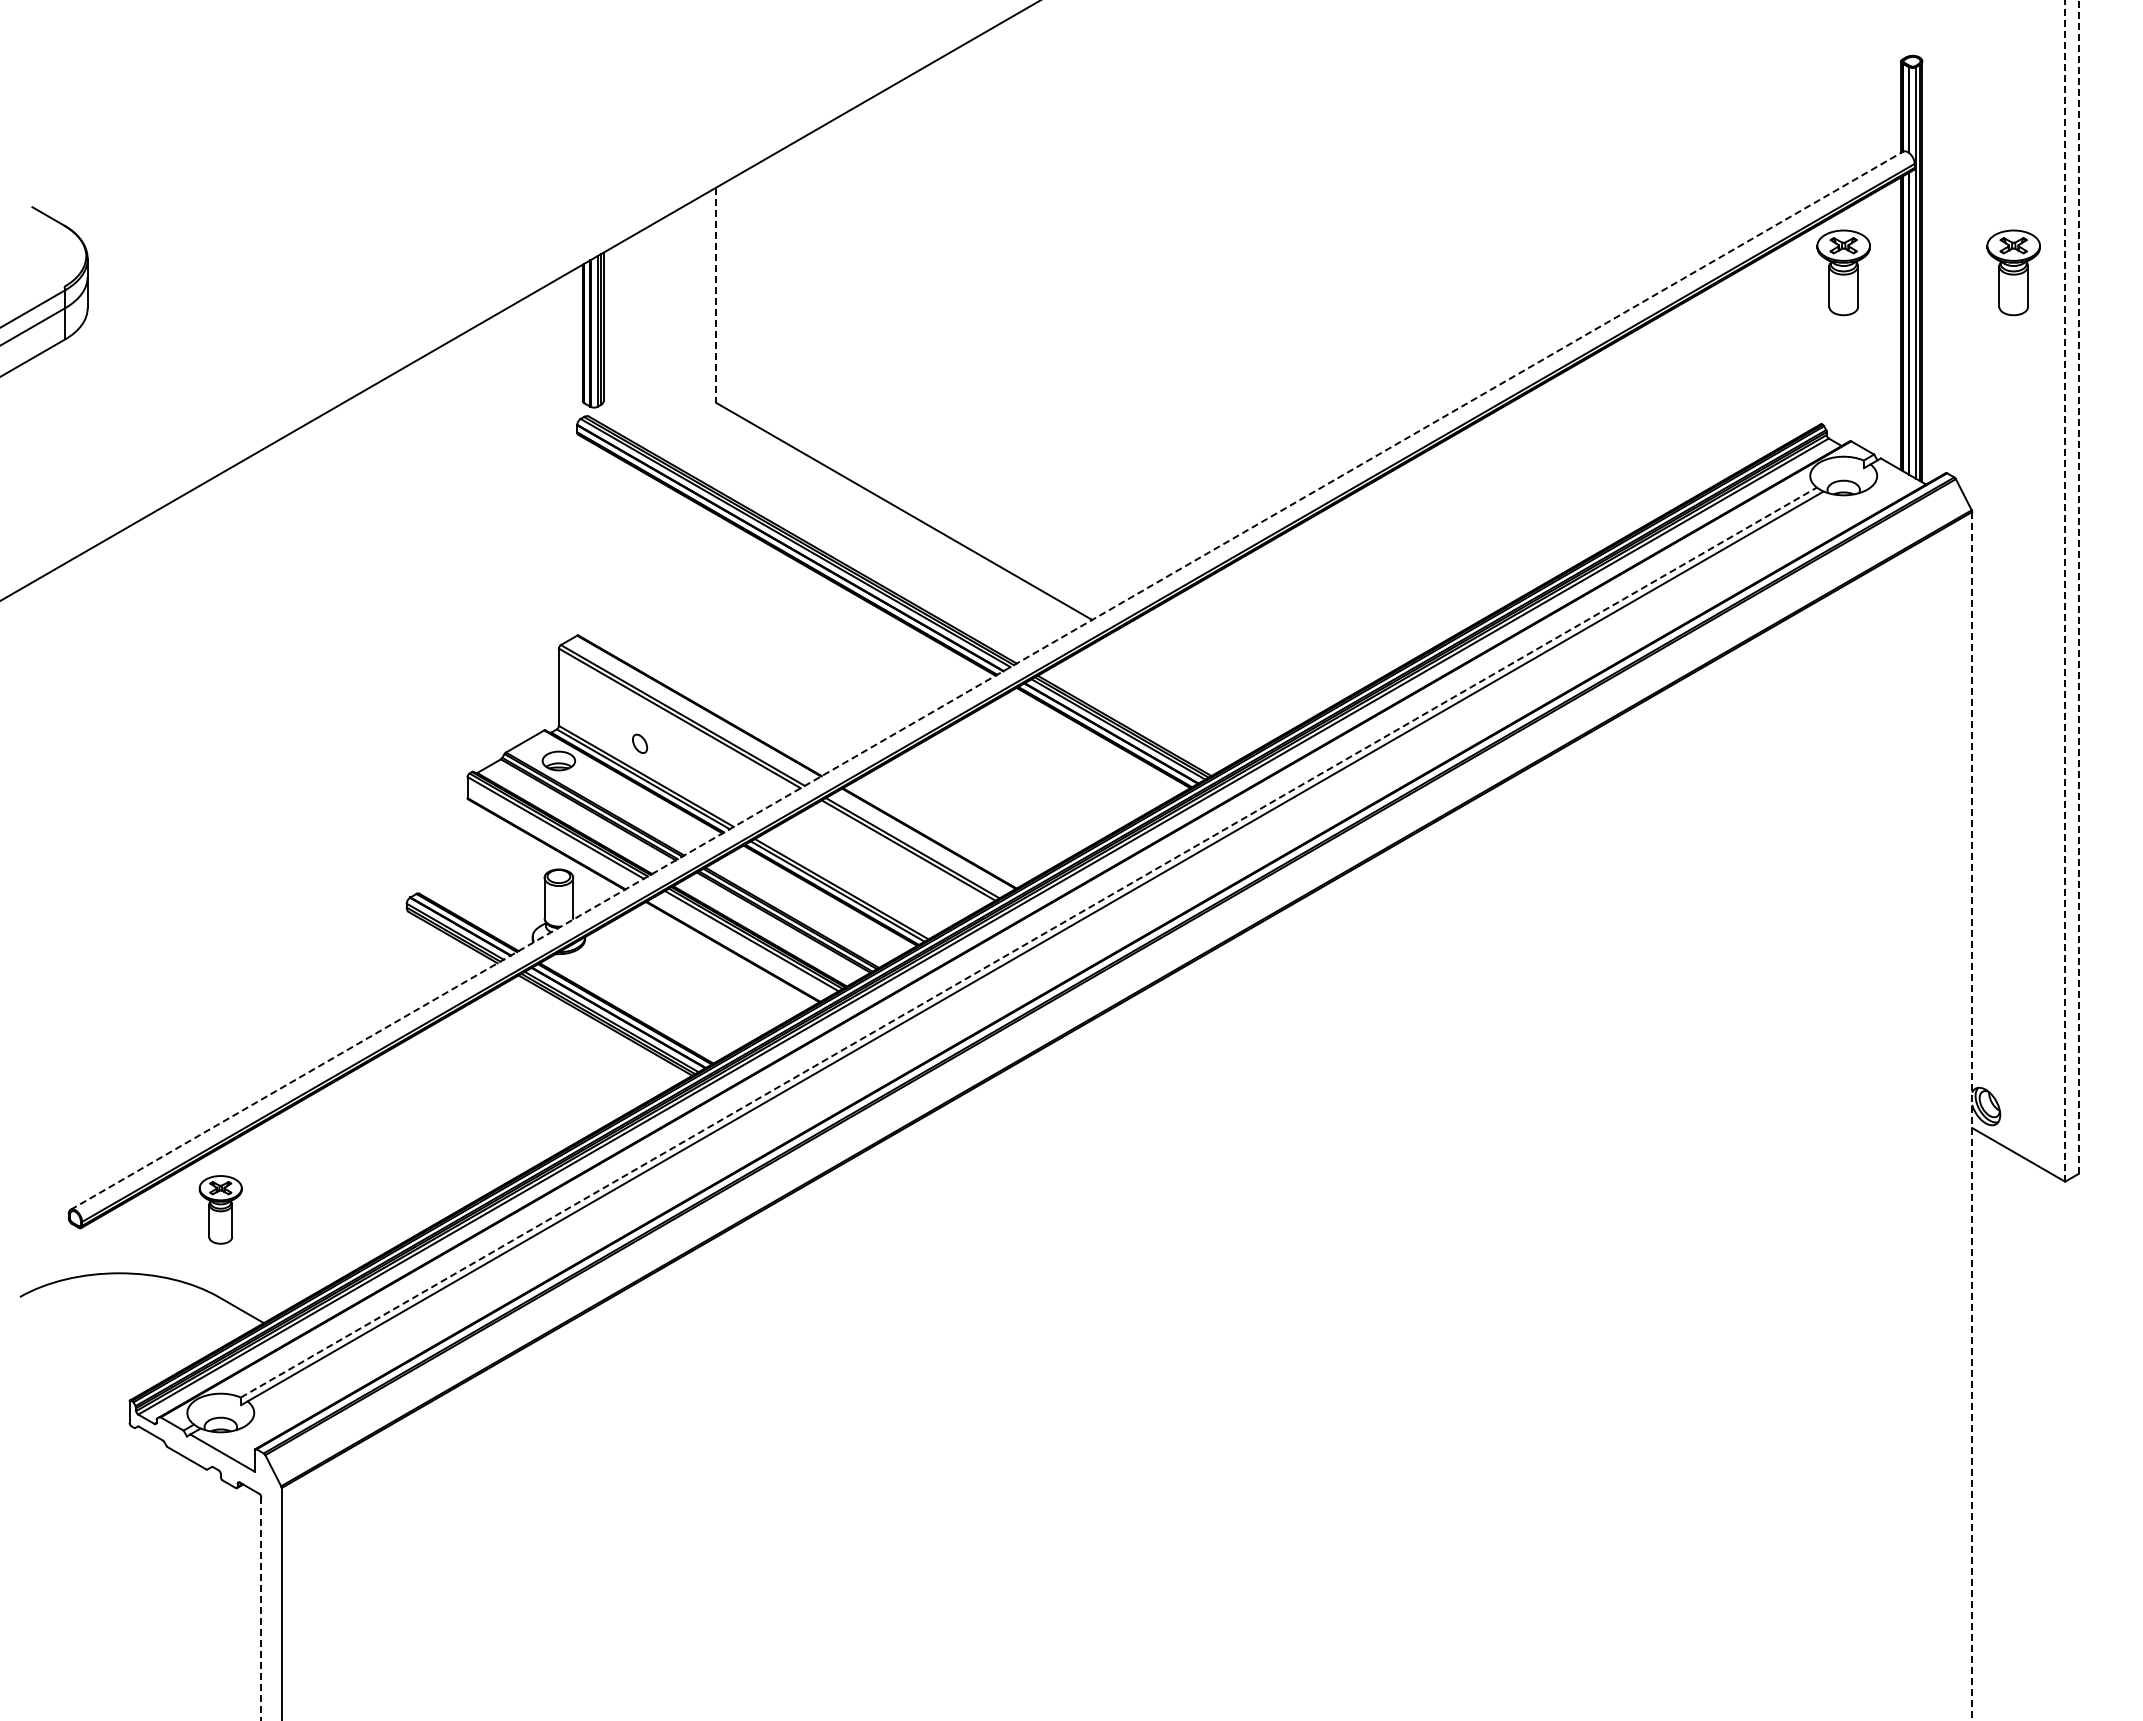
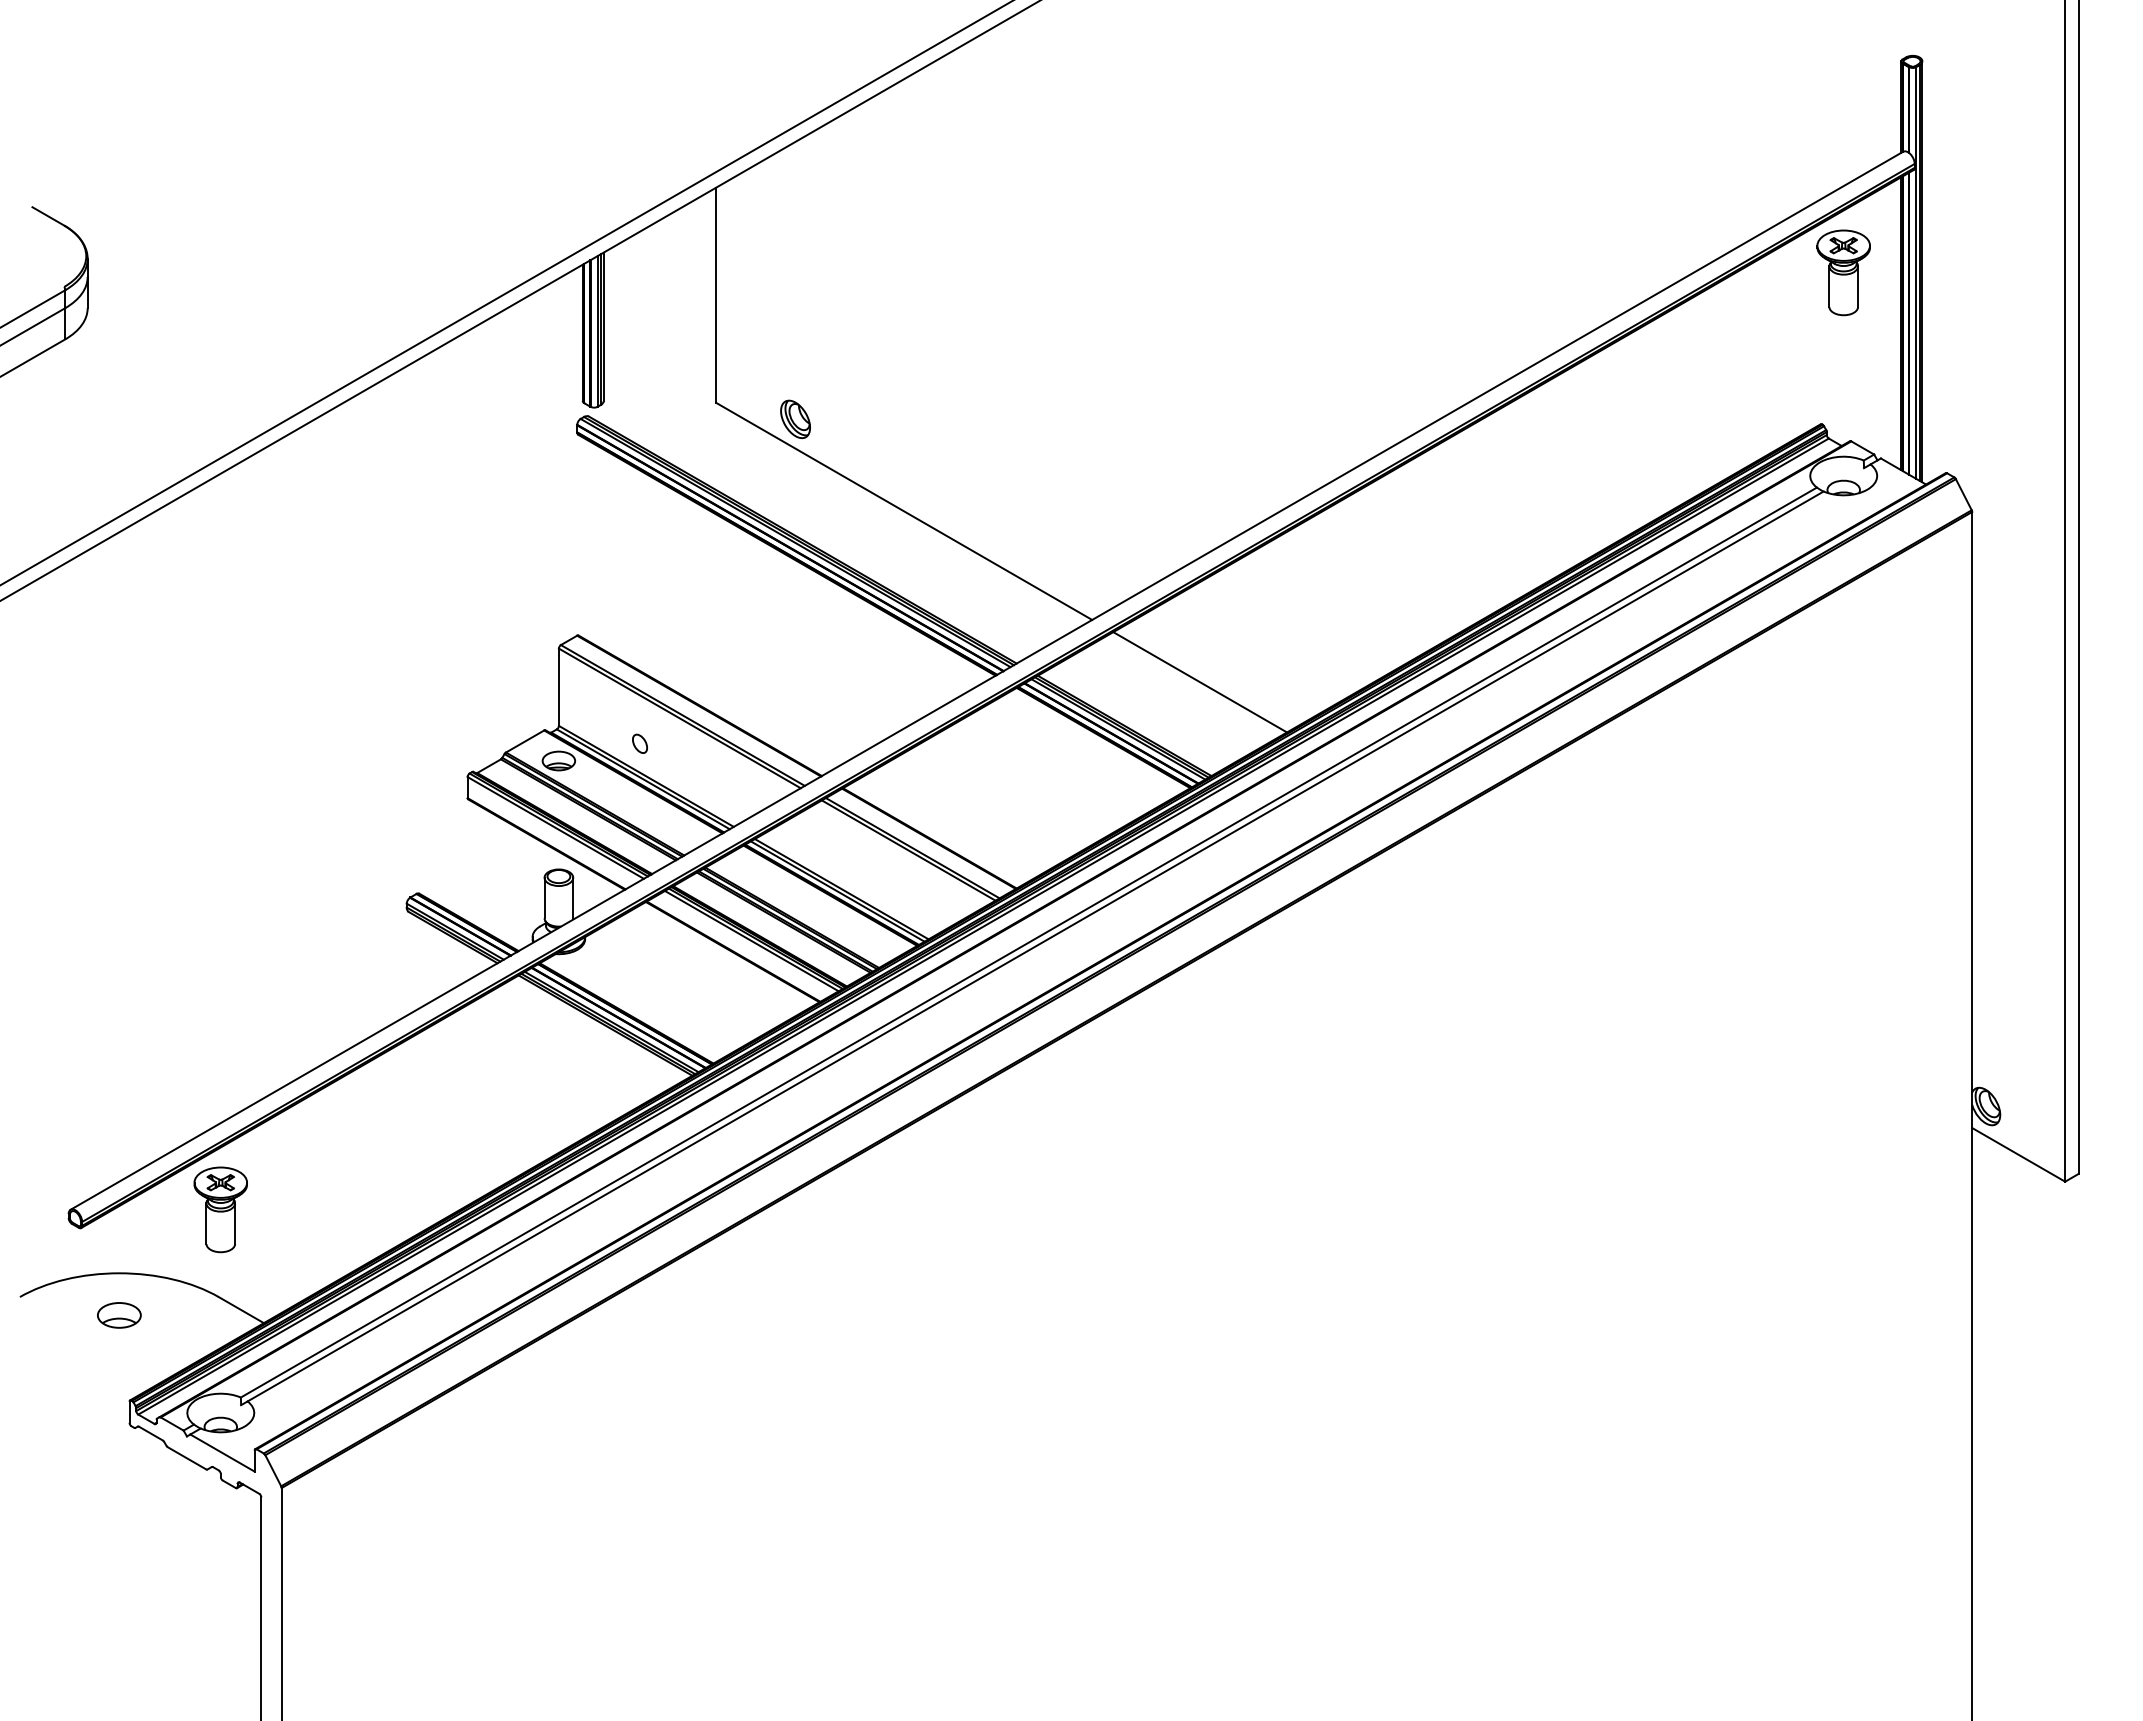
part at (2013, 272): present -> none
line at (506, 292): none -> present
line at (716, 295): dashed -> solid
part at (795, 419): none -> present
line at (2078, 587): dashed -> solid
line at (2065, 590): dashed -> solid
line at (987, 680): dashed -> solid
line at (1200, 682): none -> present
line at (1028, 942): dashed -> solid
line at (1972, 1116): dashed -> solid
part at (220, 1209) size: 45x70 px -> 55x88 px
part at (119, 1315): none -> present
line at (261, 1609): dashed -> solid
